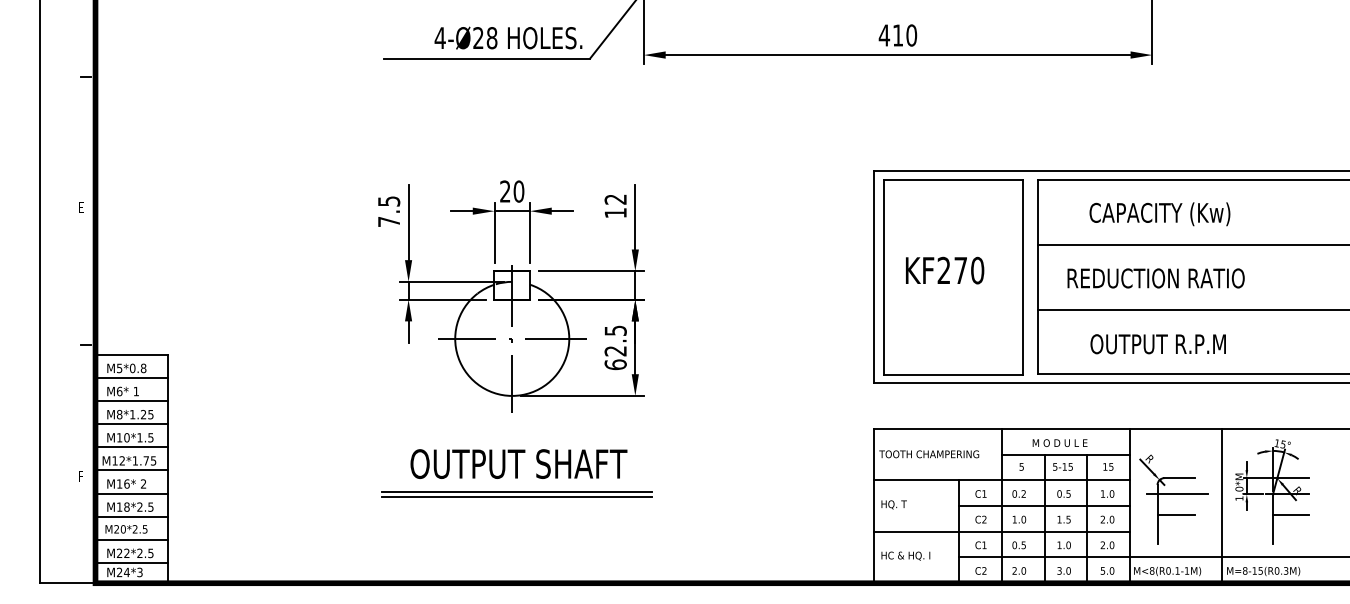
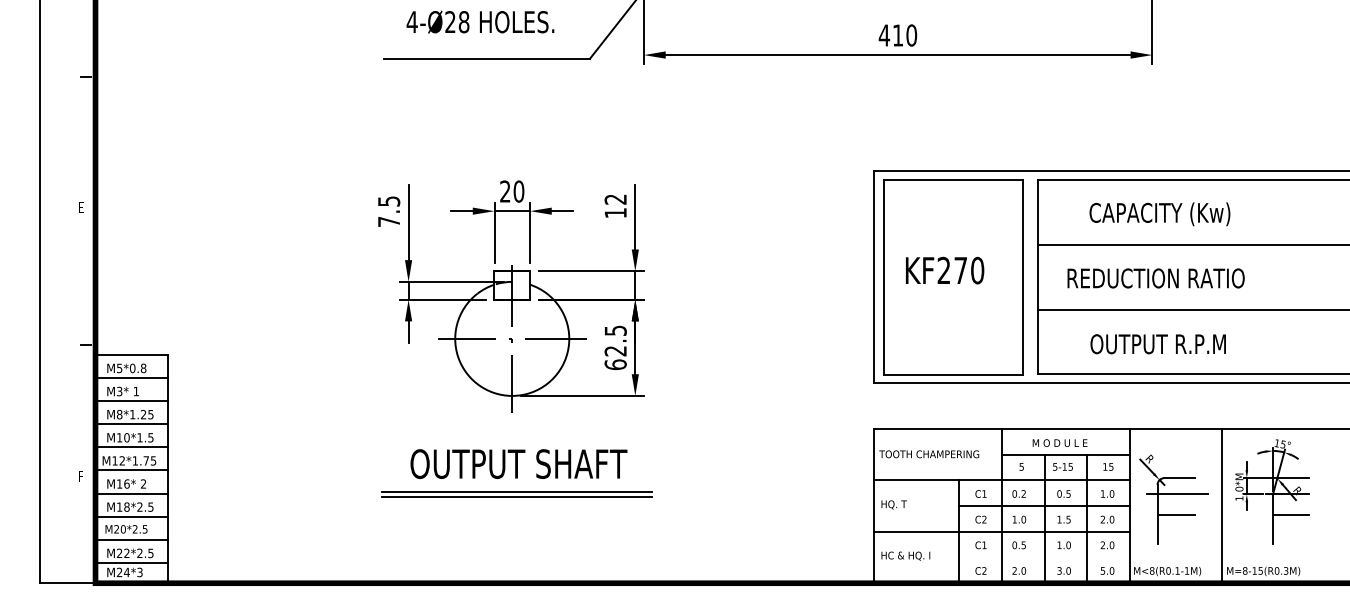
text at (508, 37) position: (508, 37) -> (480, 21)
text at (119, 391): M6* -> M3*
line at (1152, 557): present -> none
